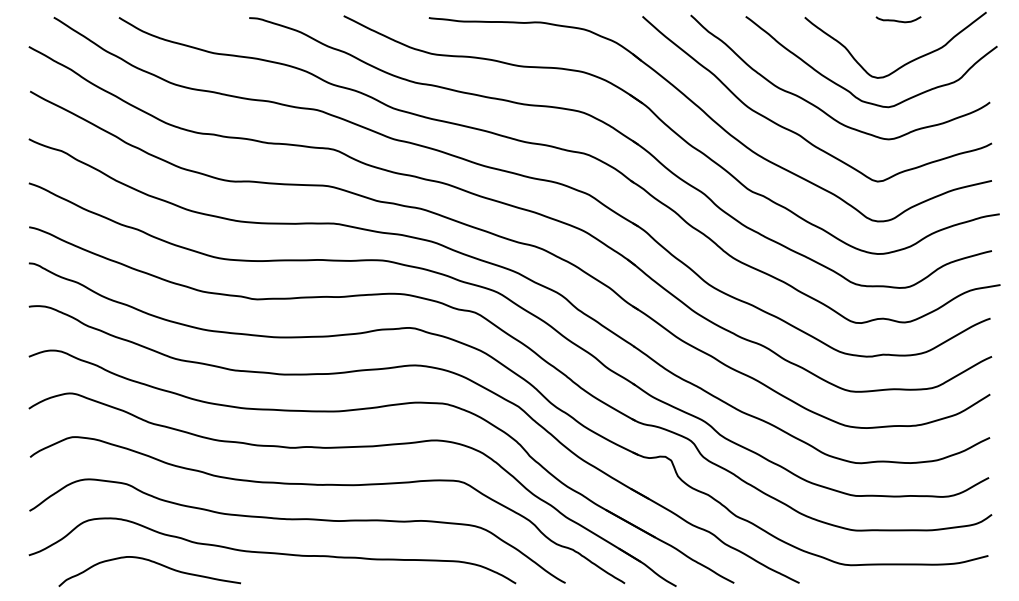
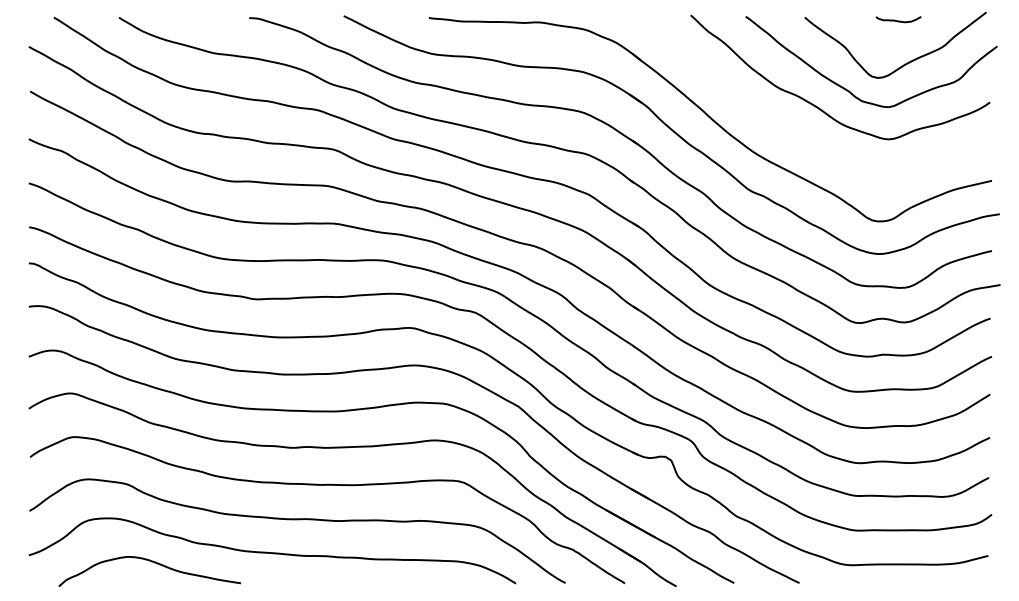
curve at (800, 134): present -> none
